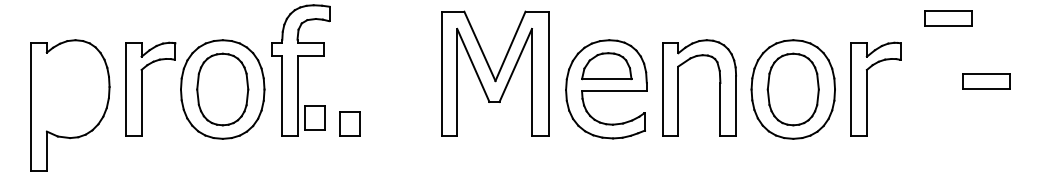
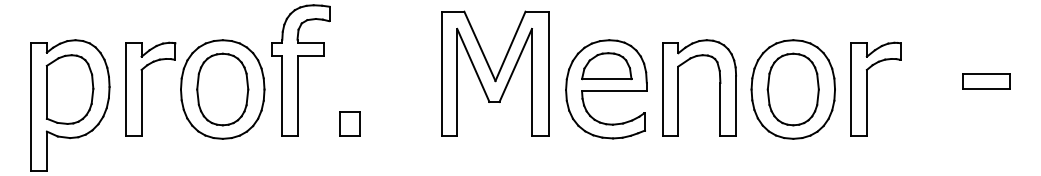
part at (948, 18): present -> none
part at (69, 89): none -> present
part at (314, 117): present -> none
